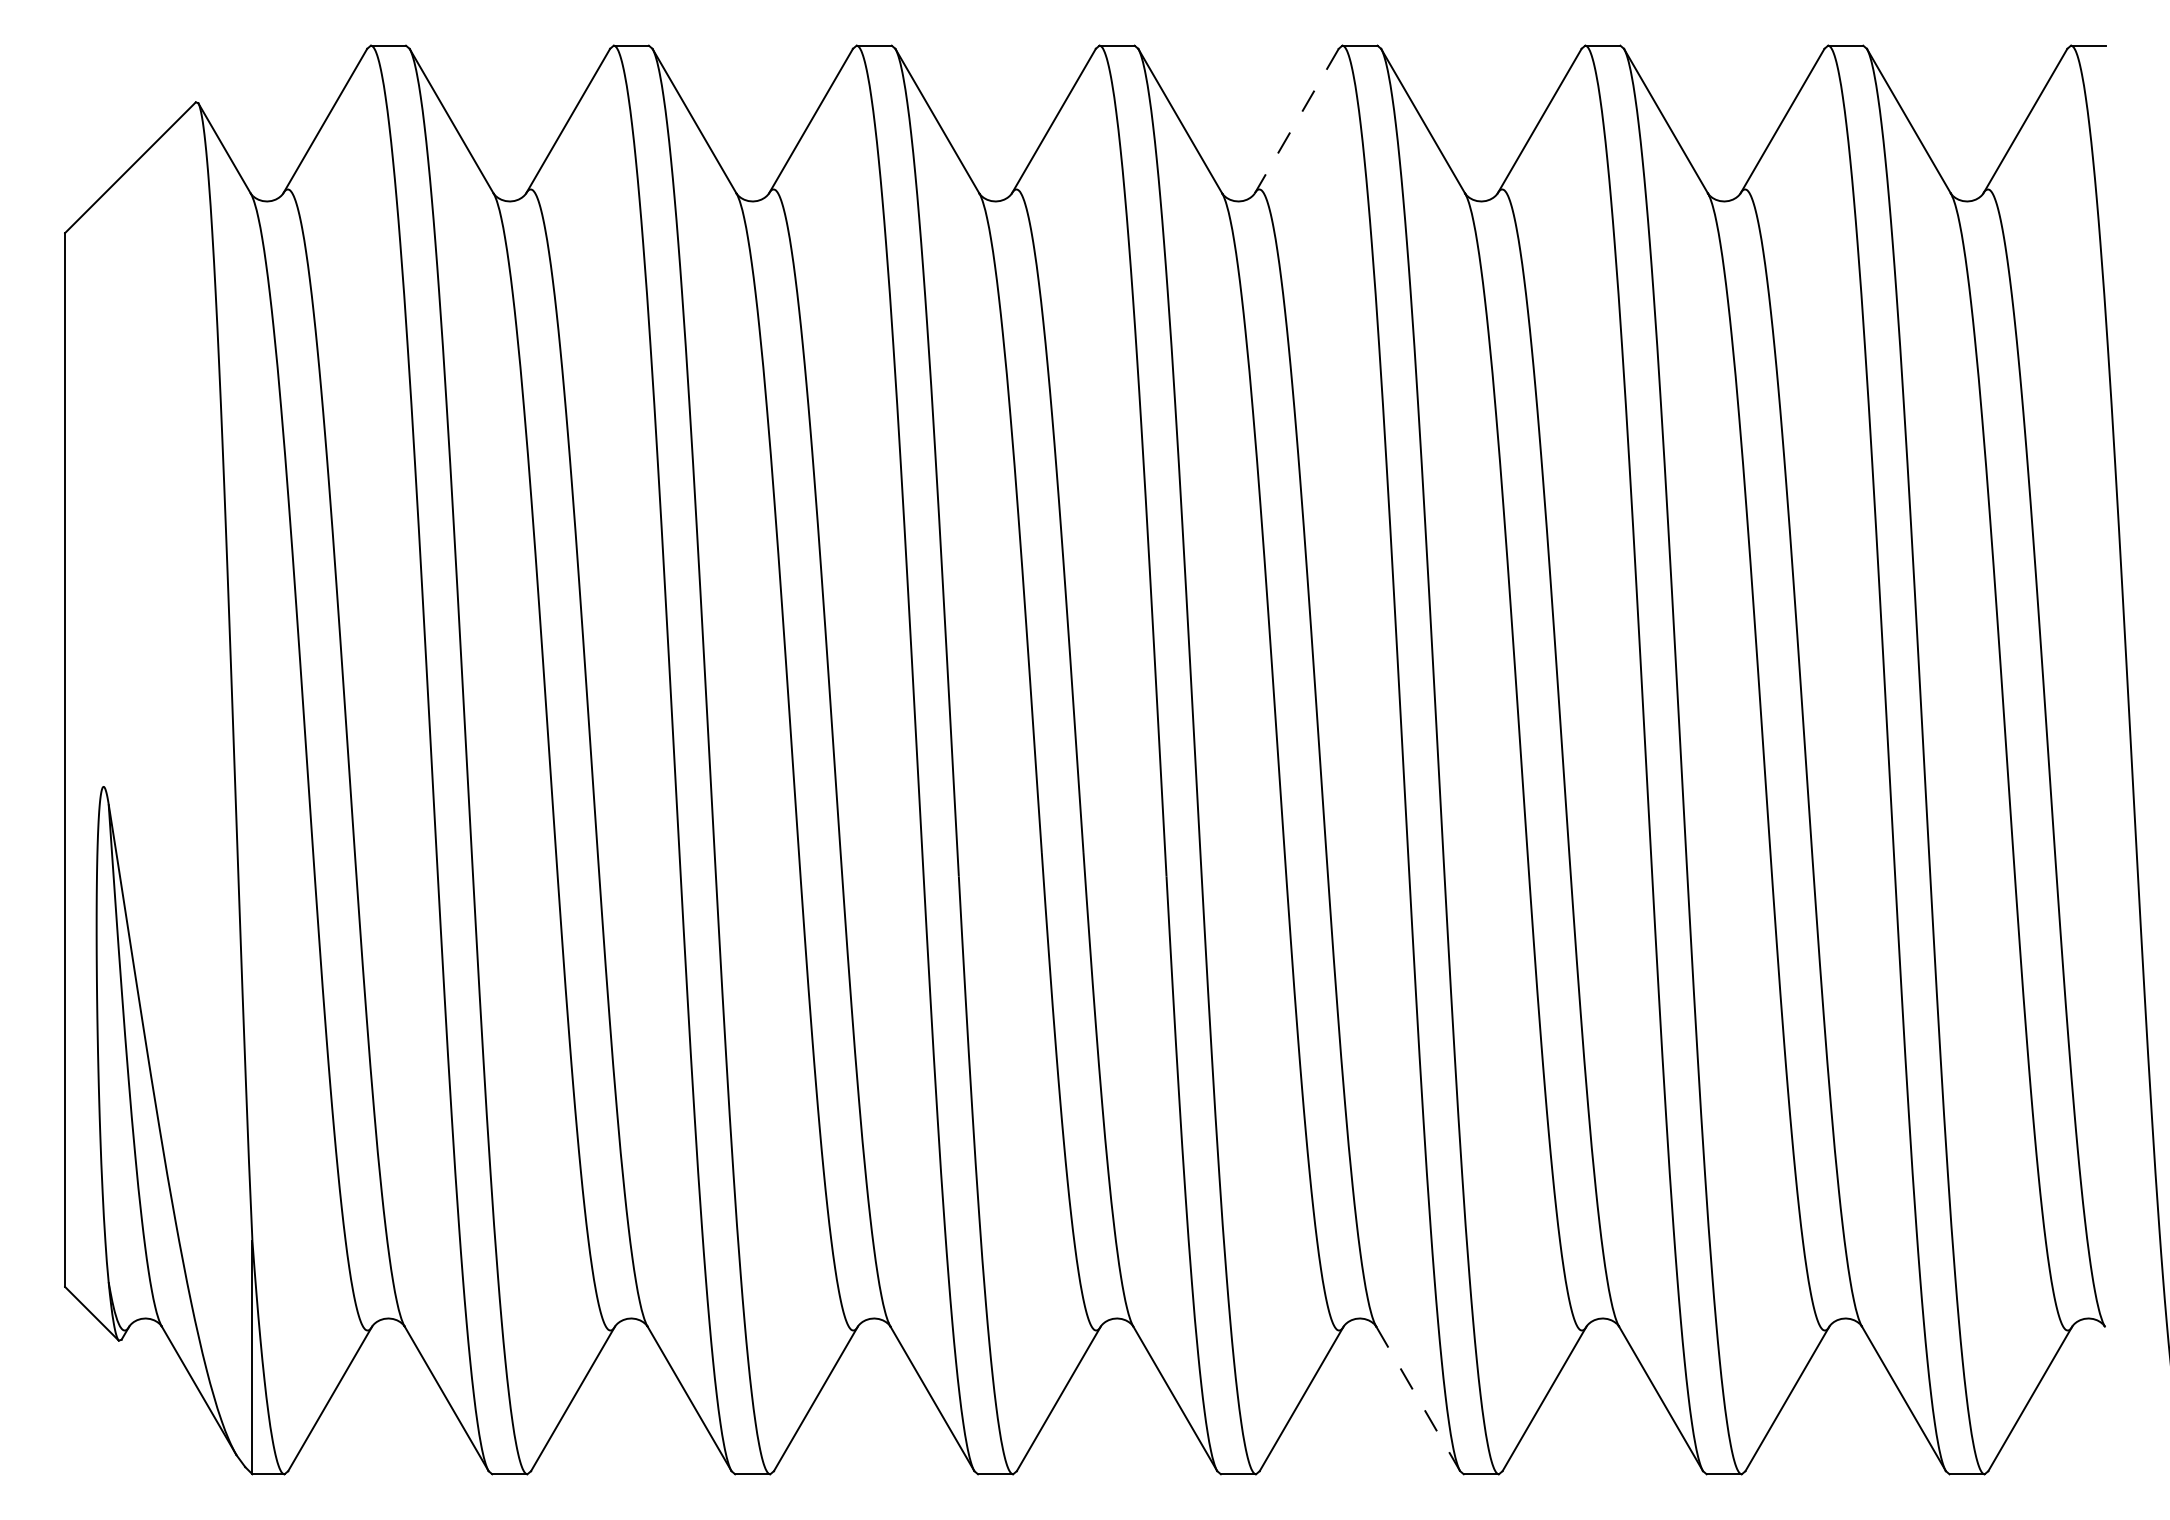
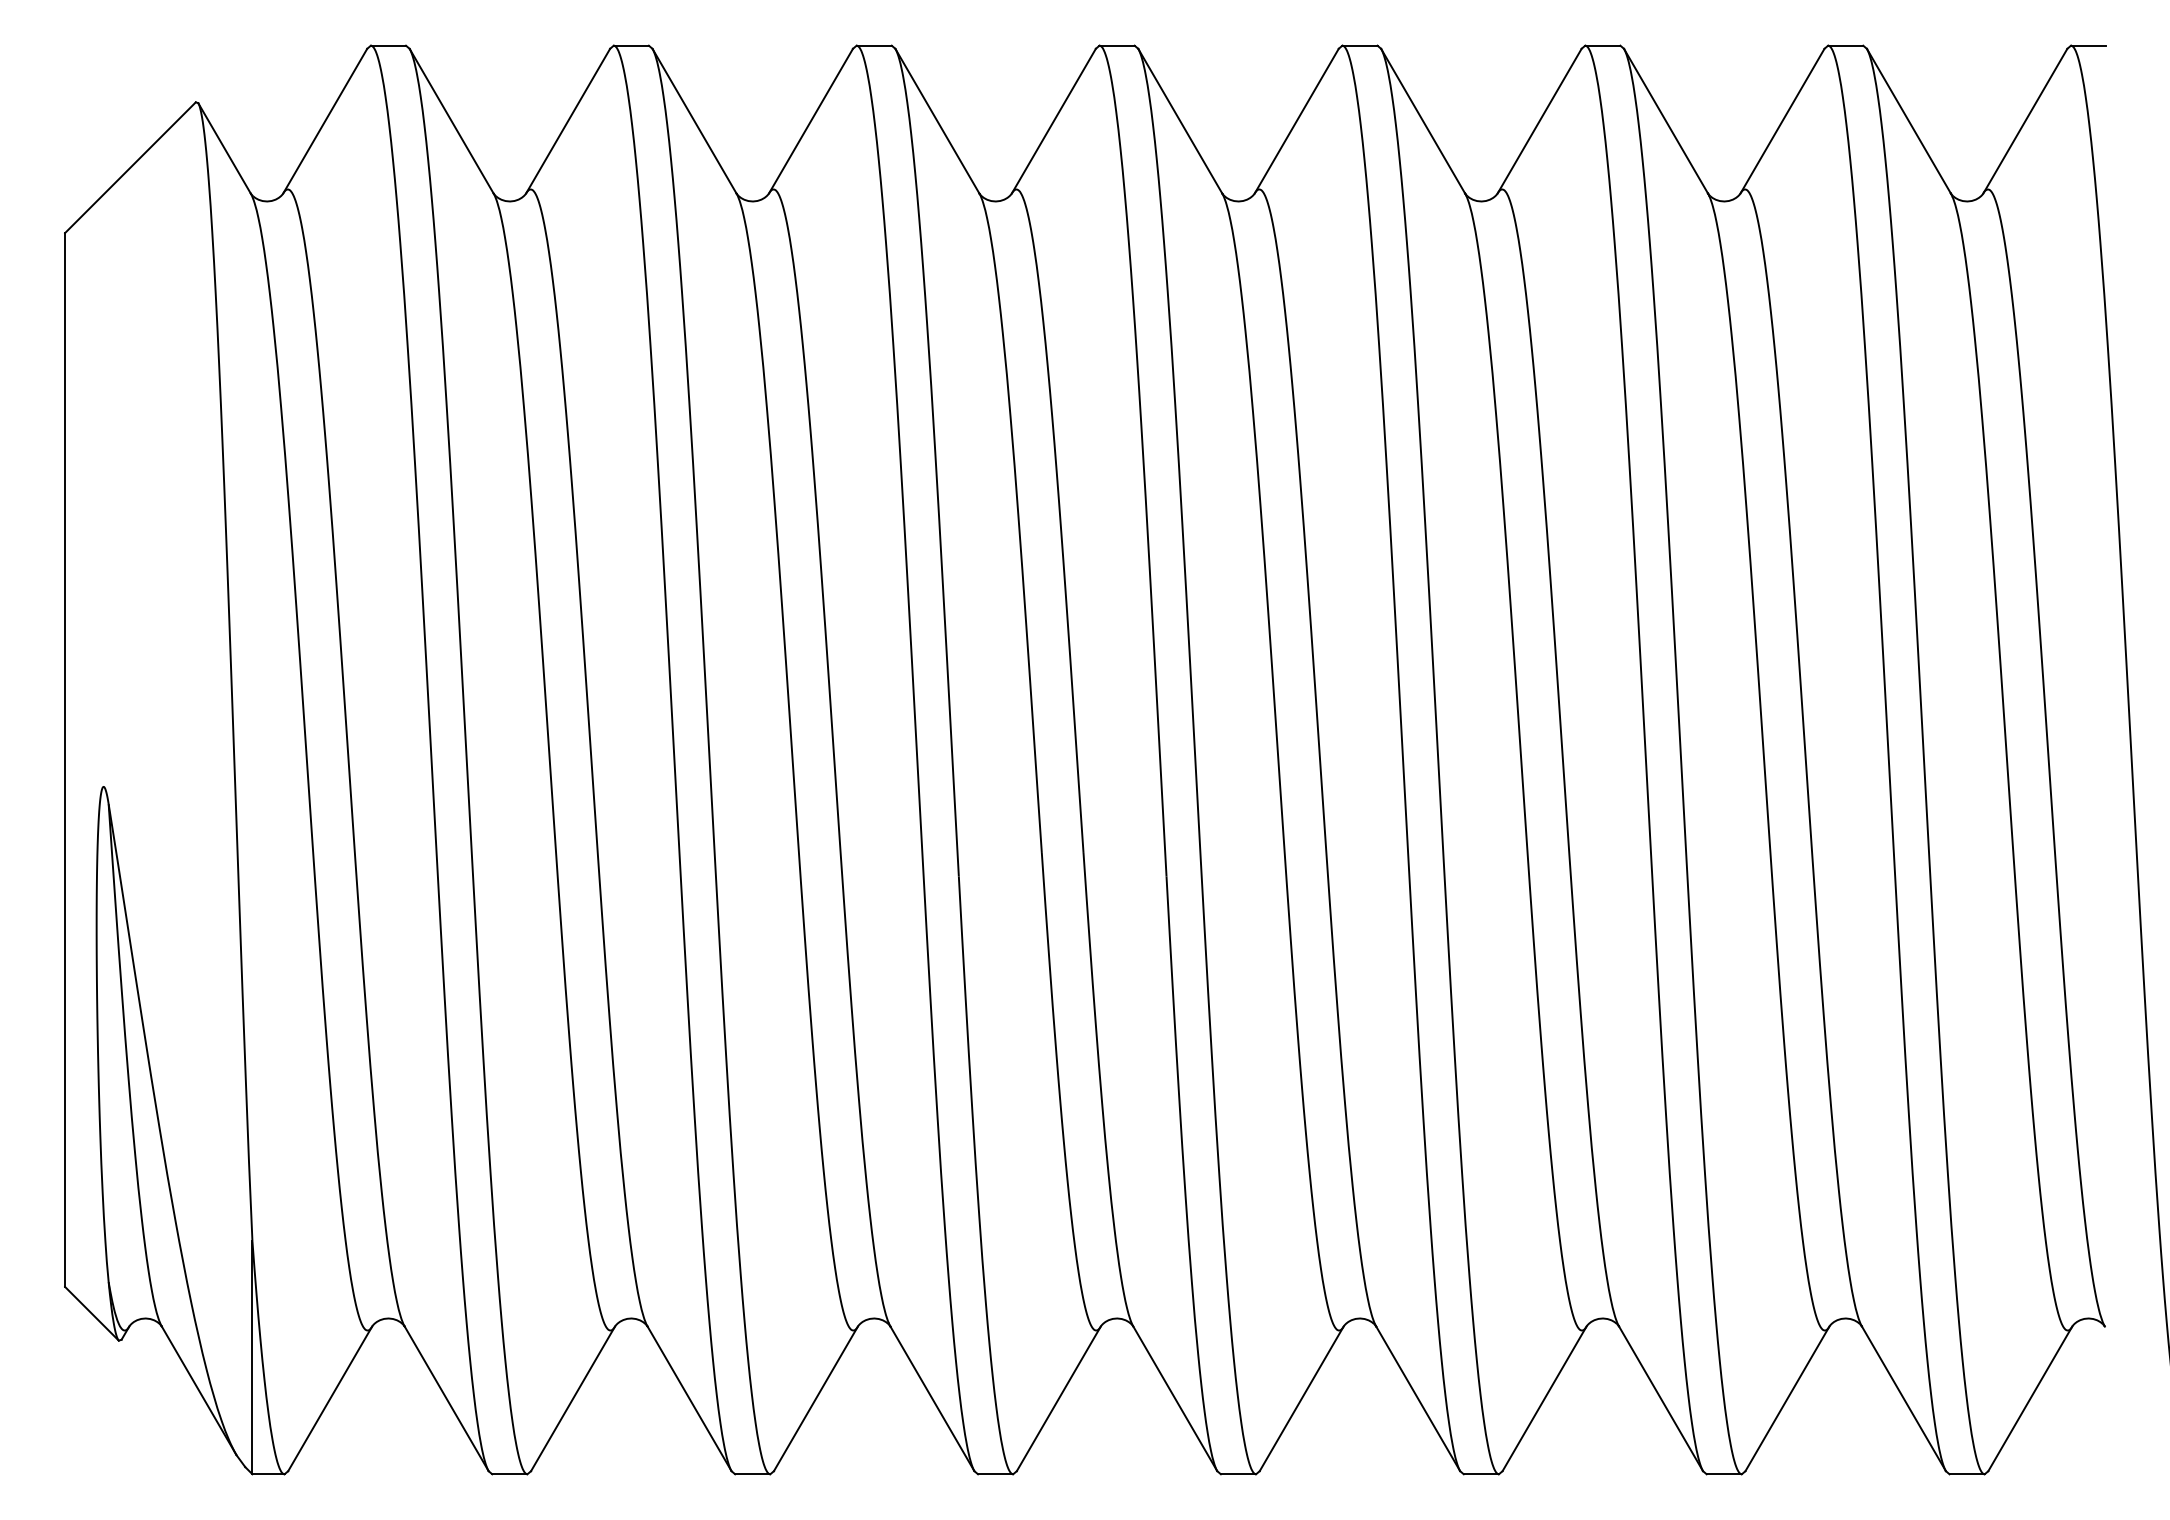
line at (1296, 121): dashed -> solid
line at (1418, 1398): dashed -> solid
